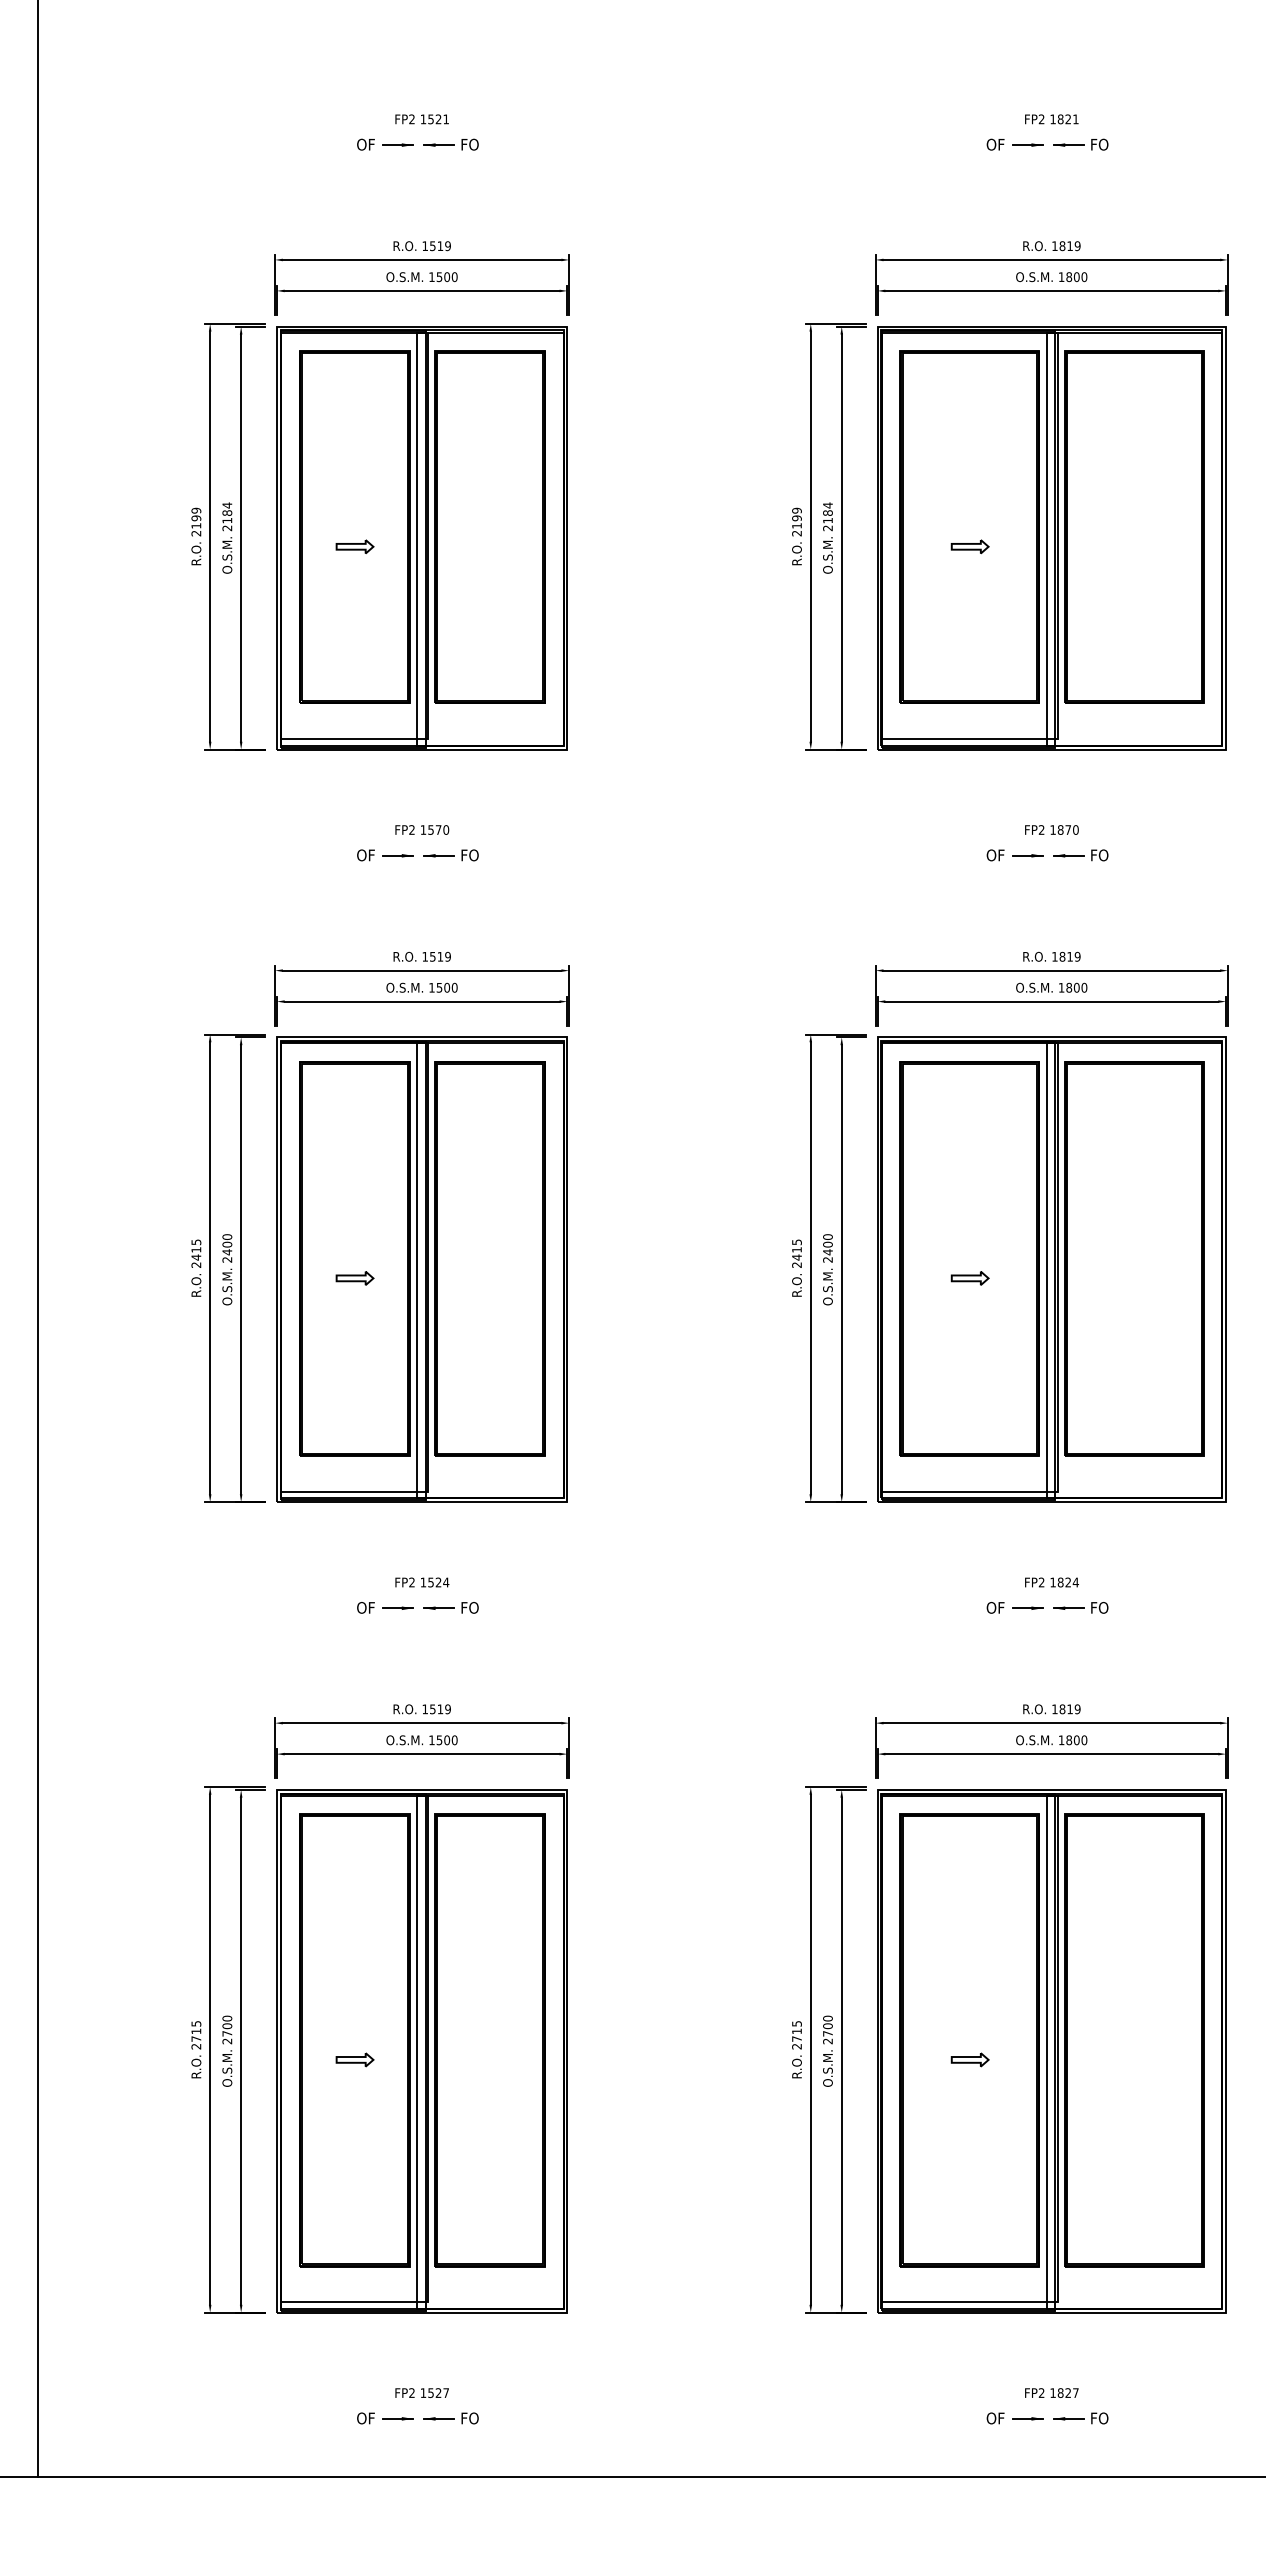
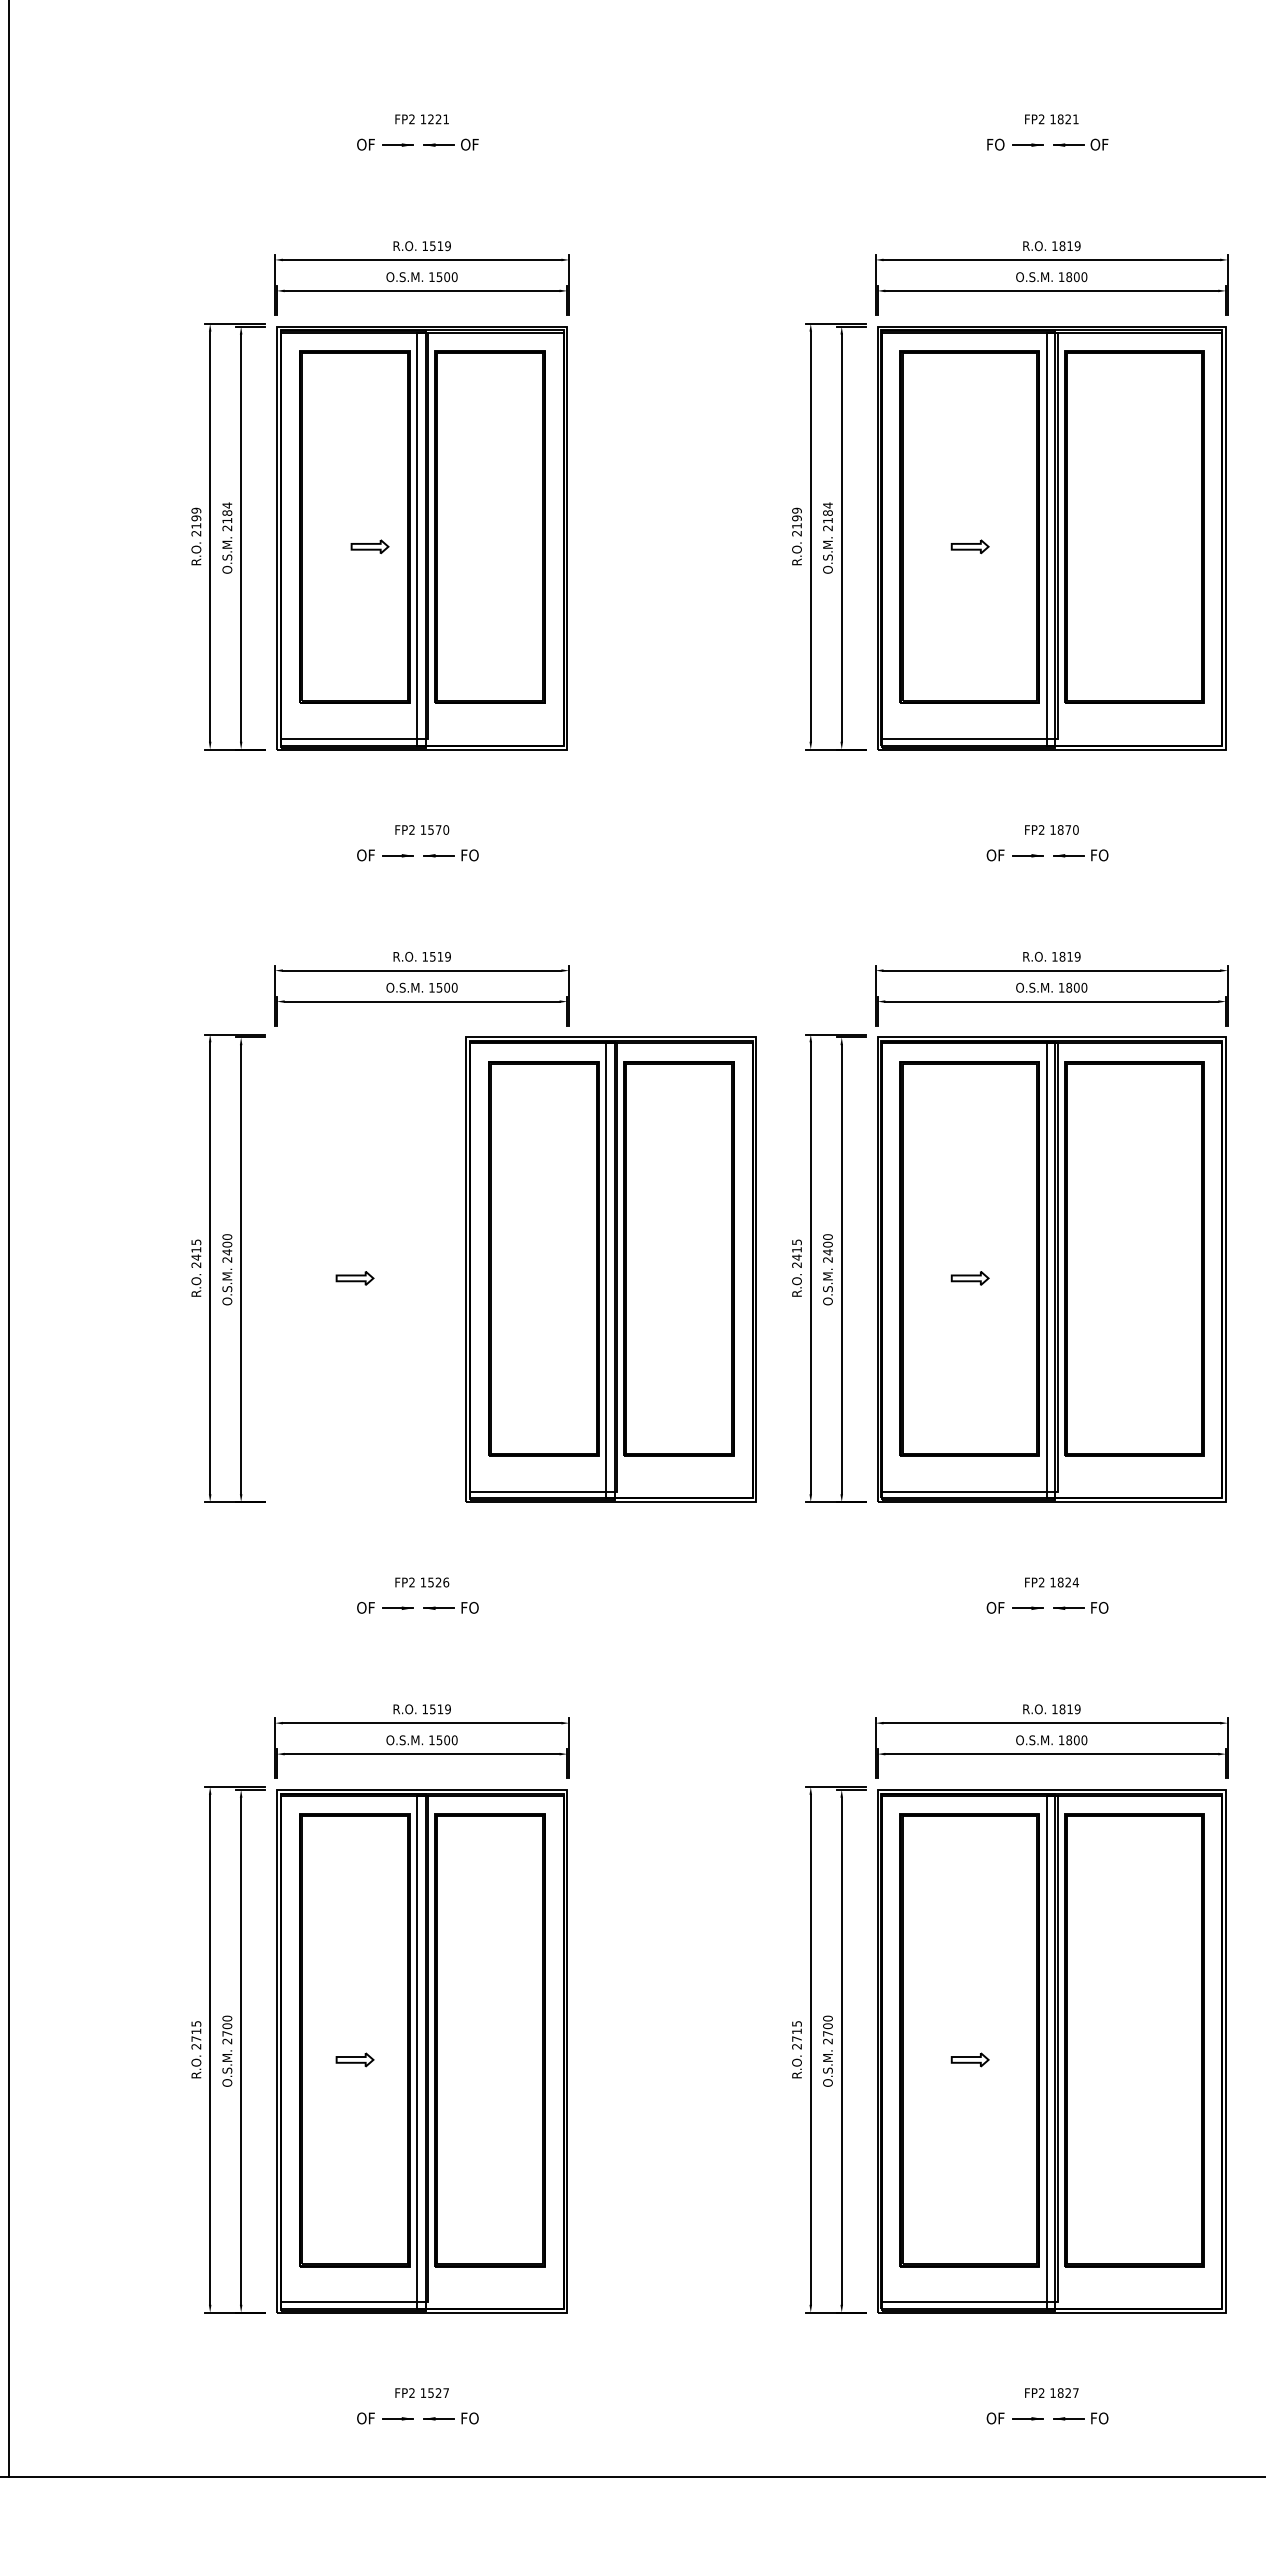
text at (430, 119): 1521 -> 1221
text at (469, 144): FO -> OF
text at (995, 144): OF -> FO
text at (1099, 144): FO -> OF
part at (354, 546) position: (354, 546) -> (369, 546)
line at (38, 1239) position: (38, 1239) -> (9, 1239)
part at (421, 1269) position: (421, 1269) -> (610, 1269)
text at (446, 1582): 1524 -> 1526
